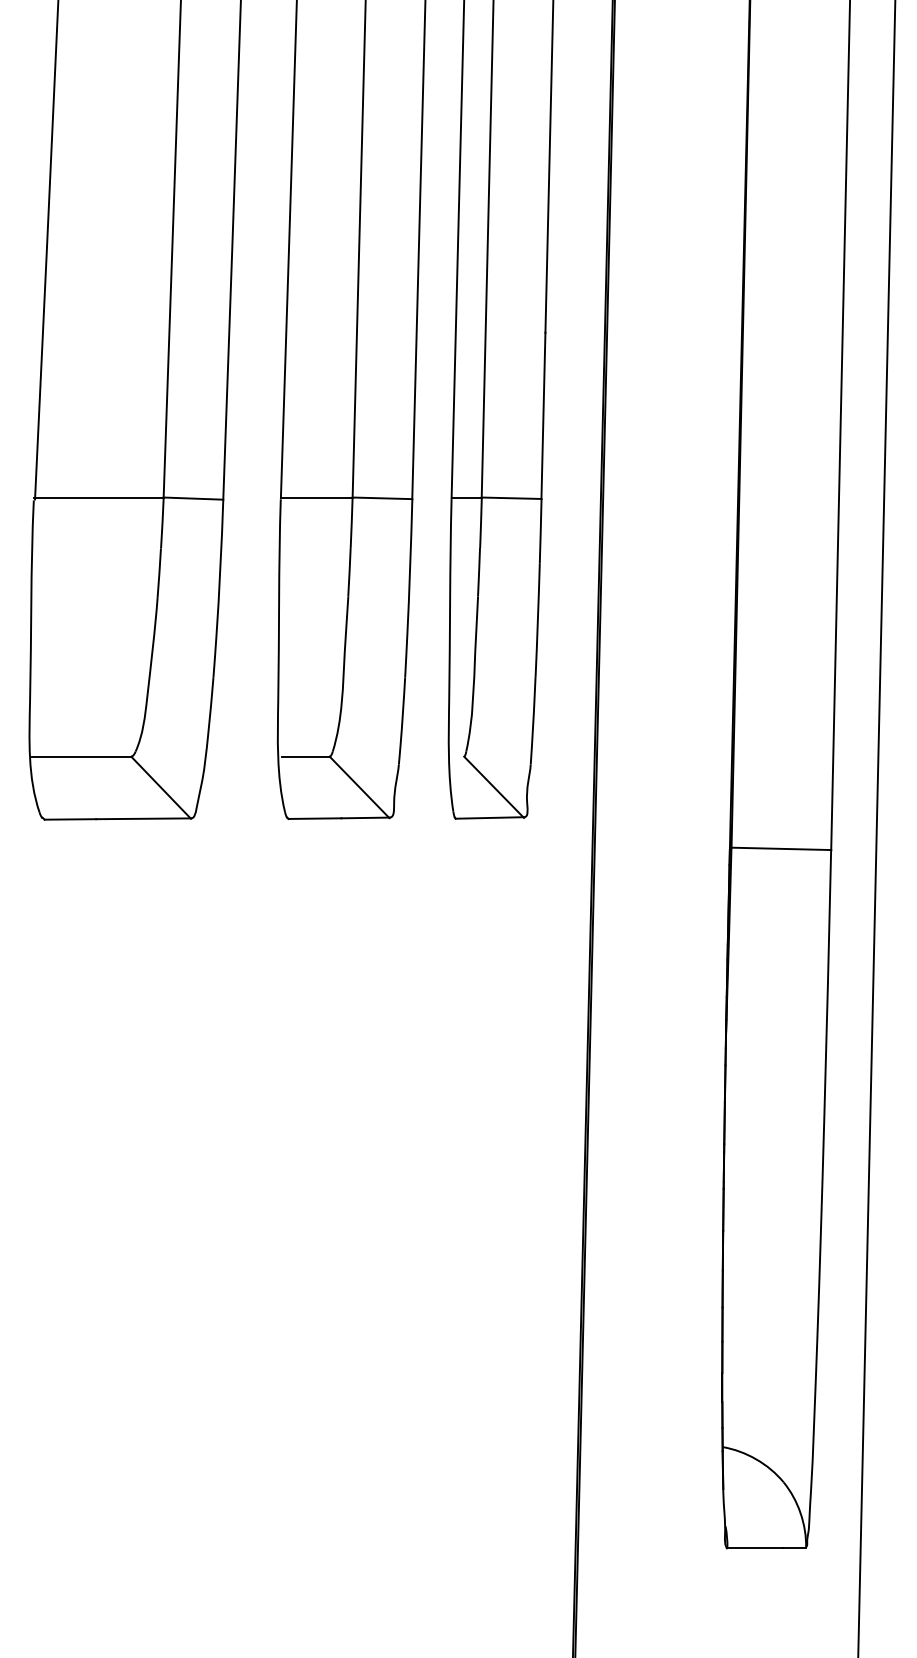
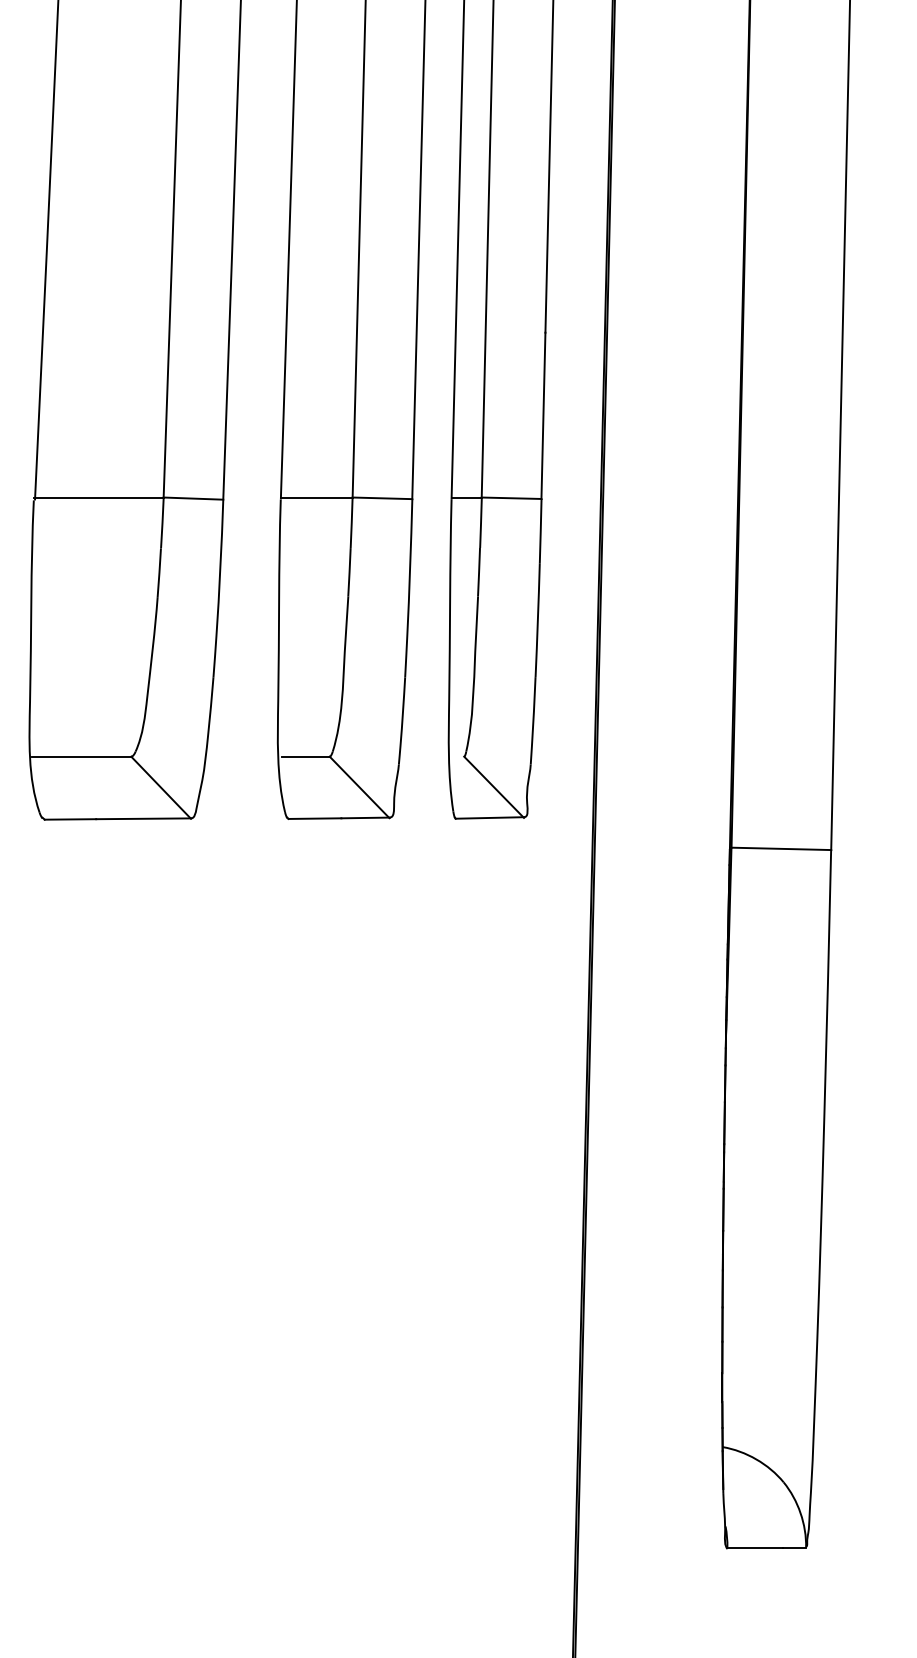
line at (876, 828): present -> none
